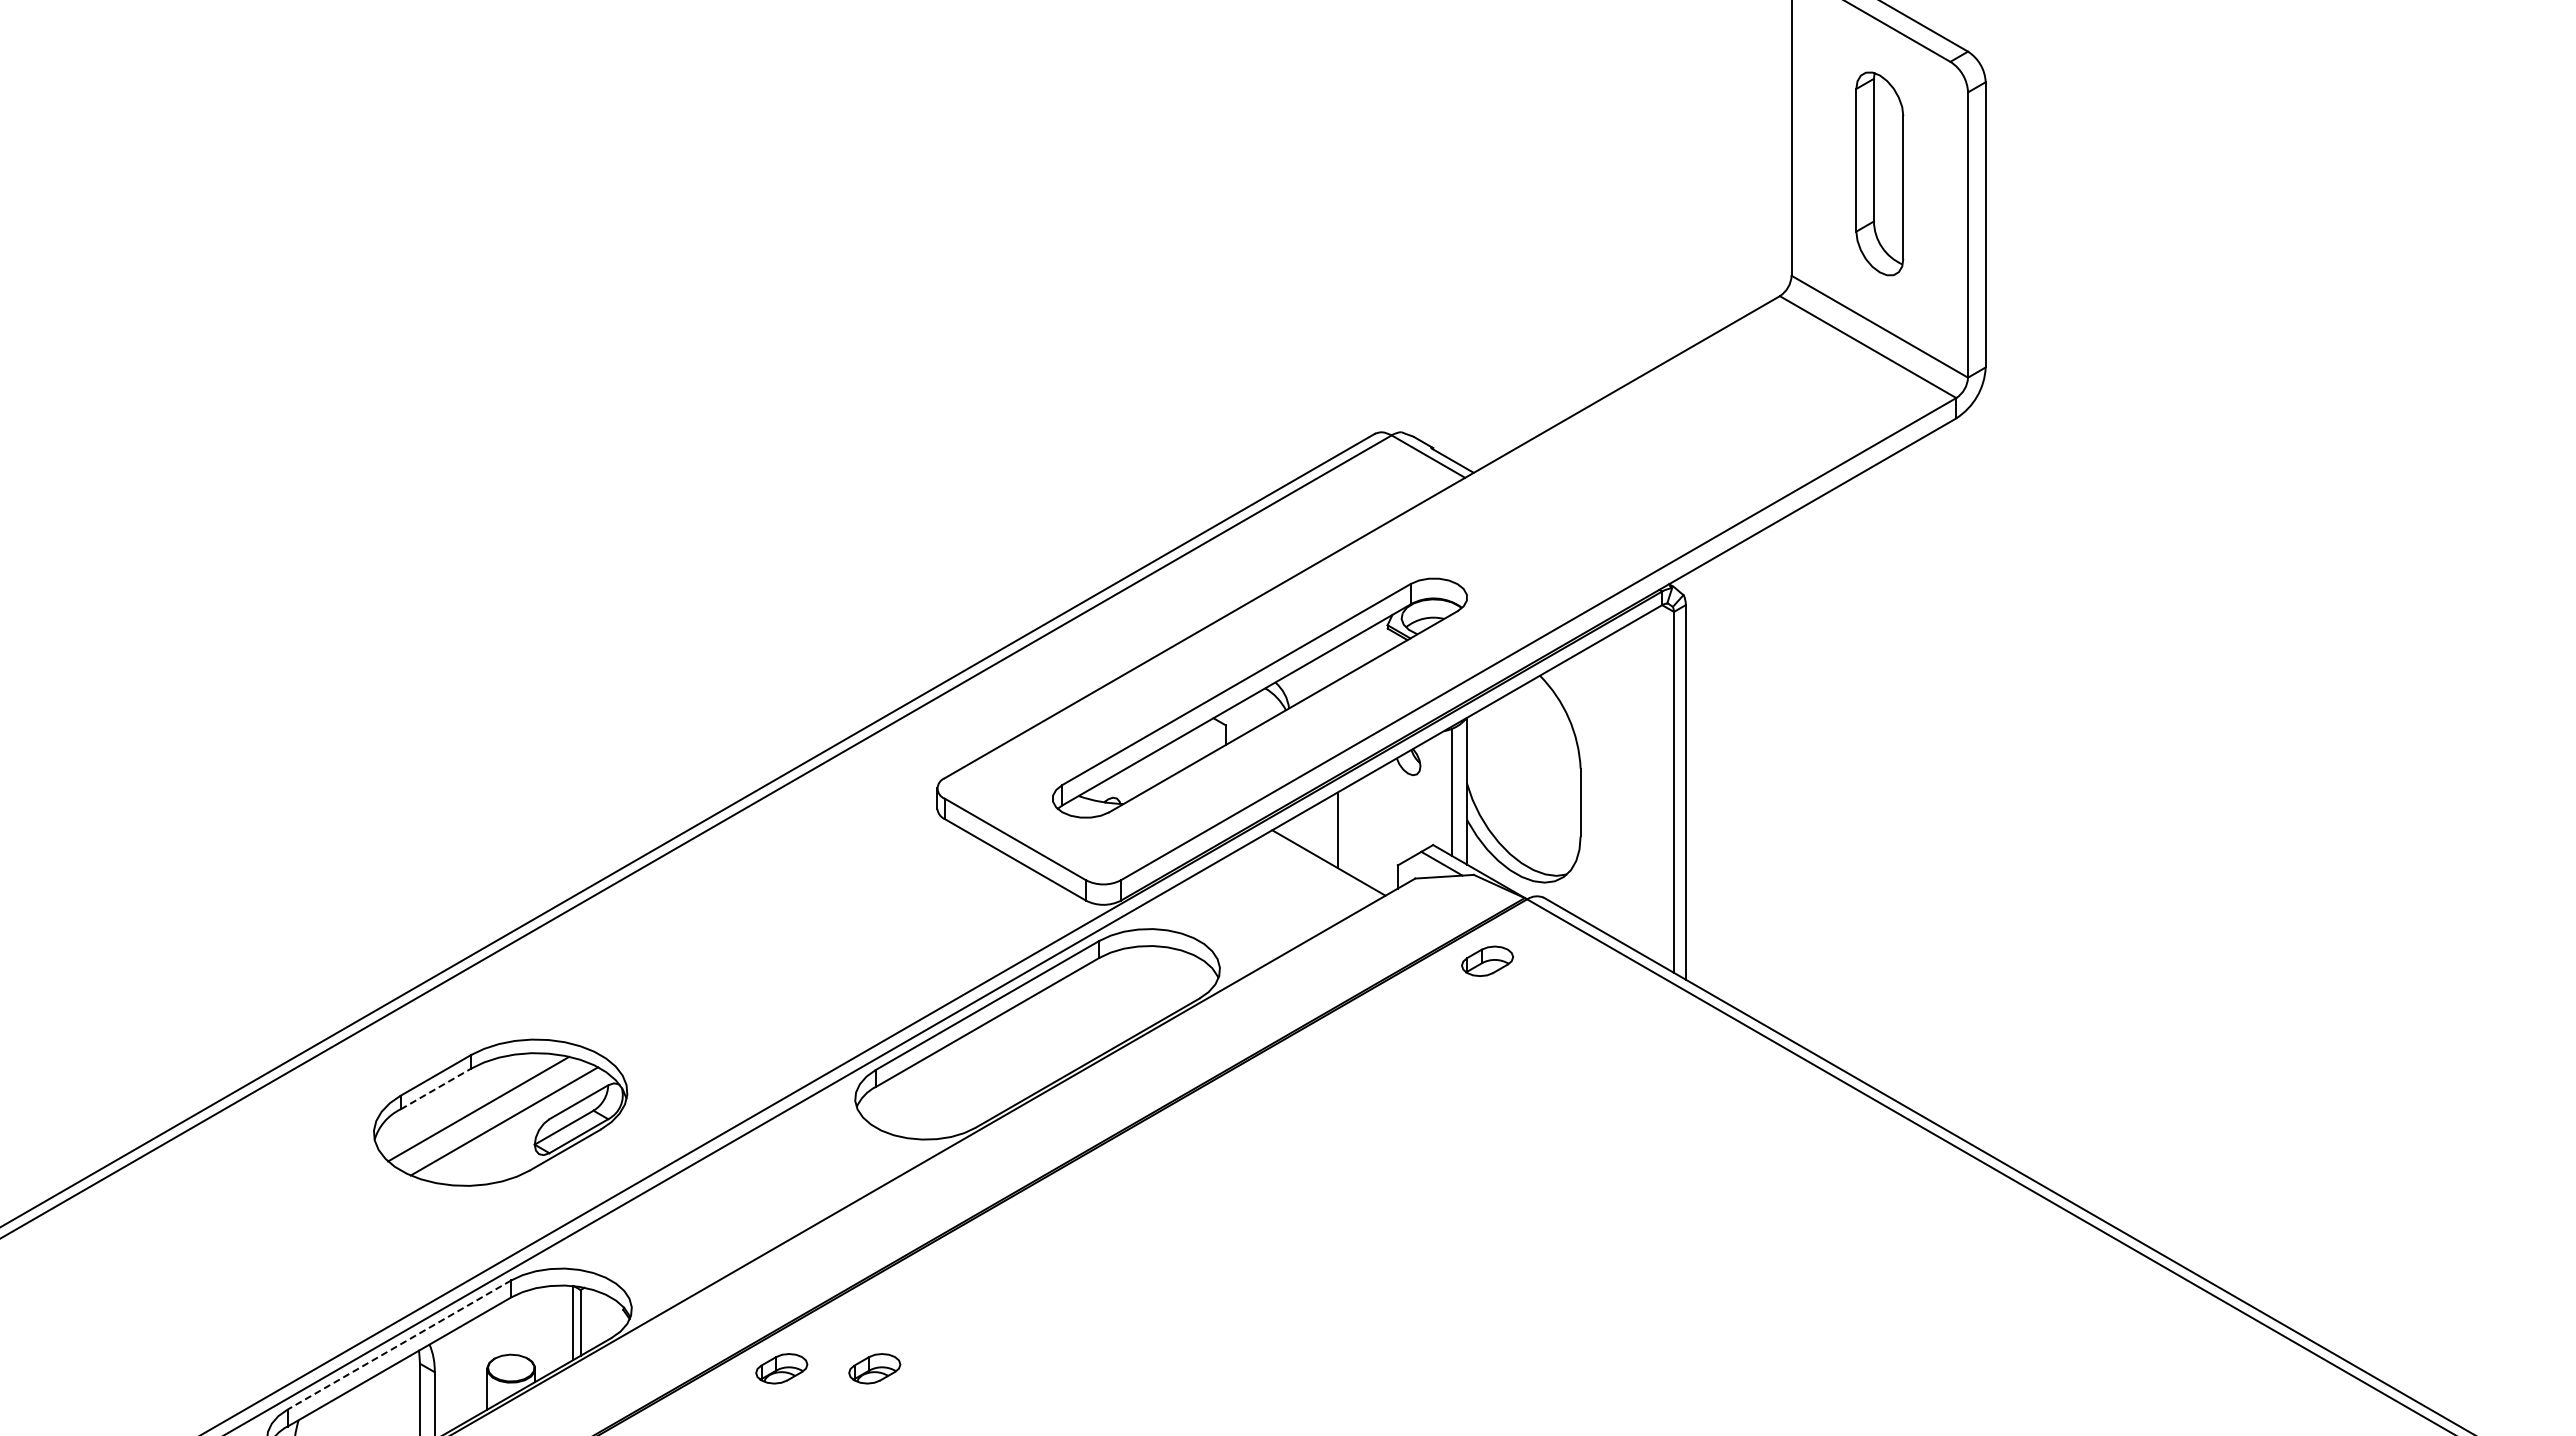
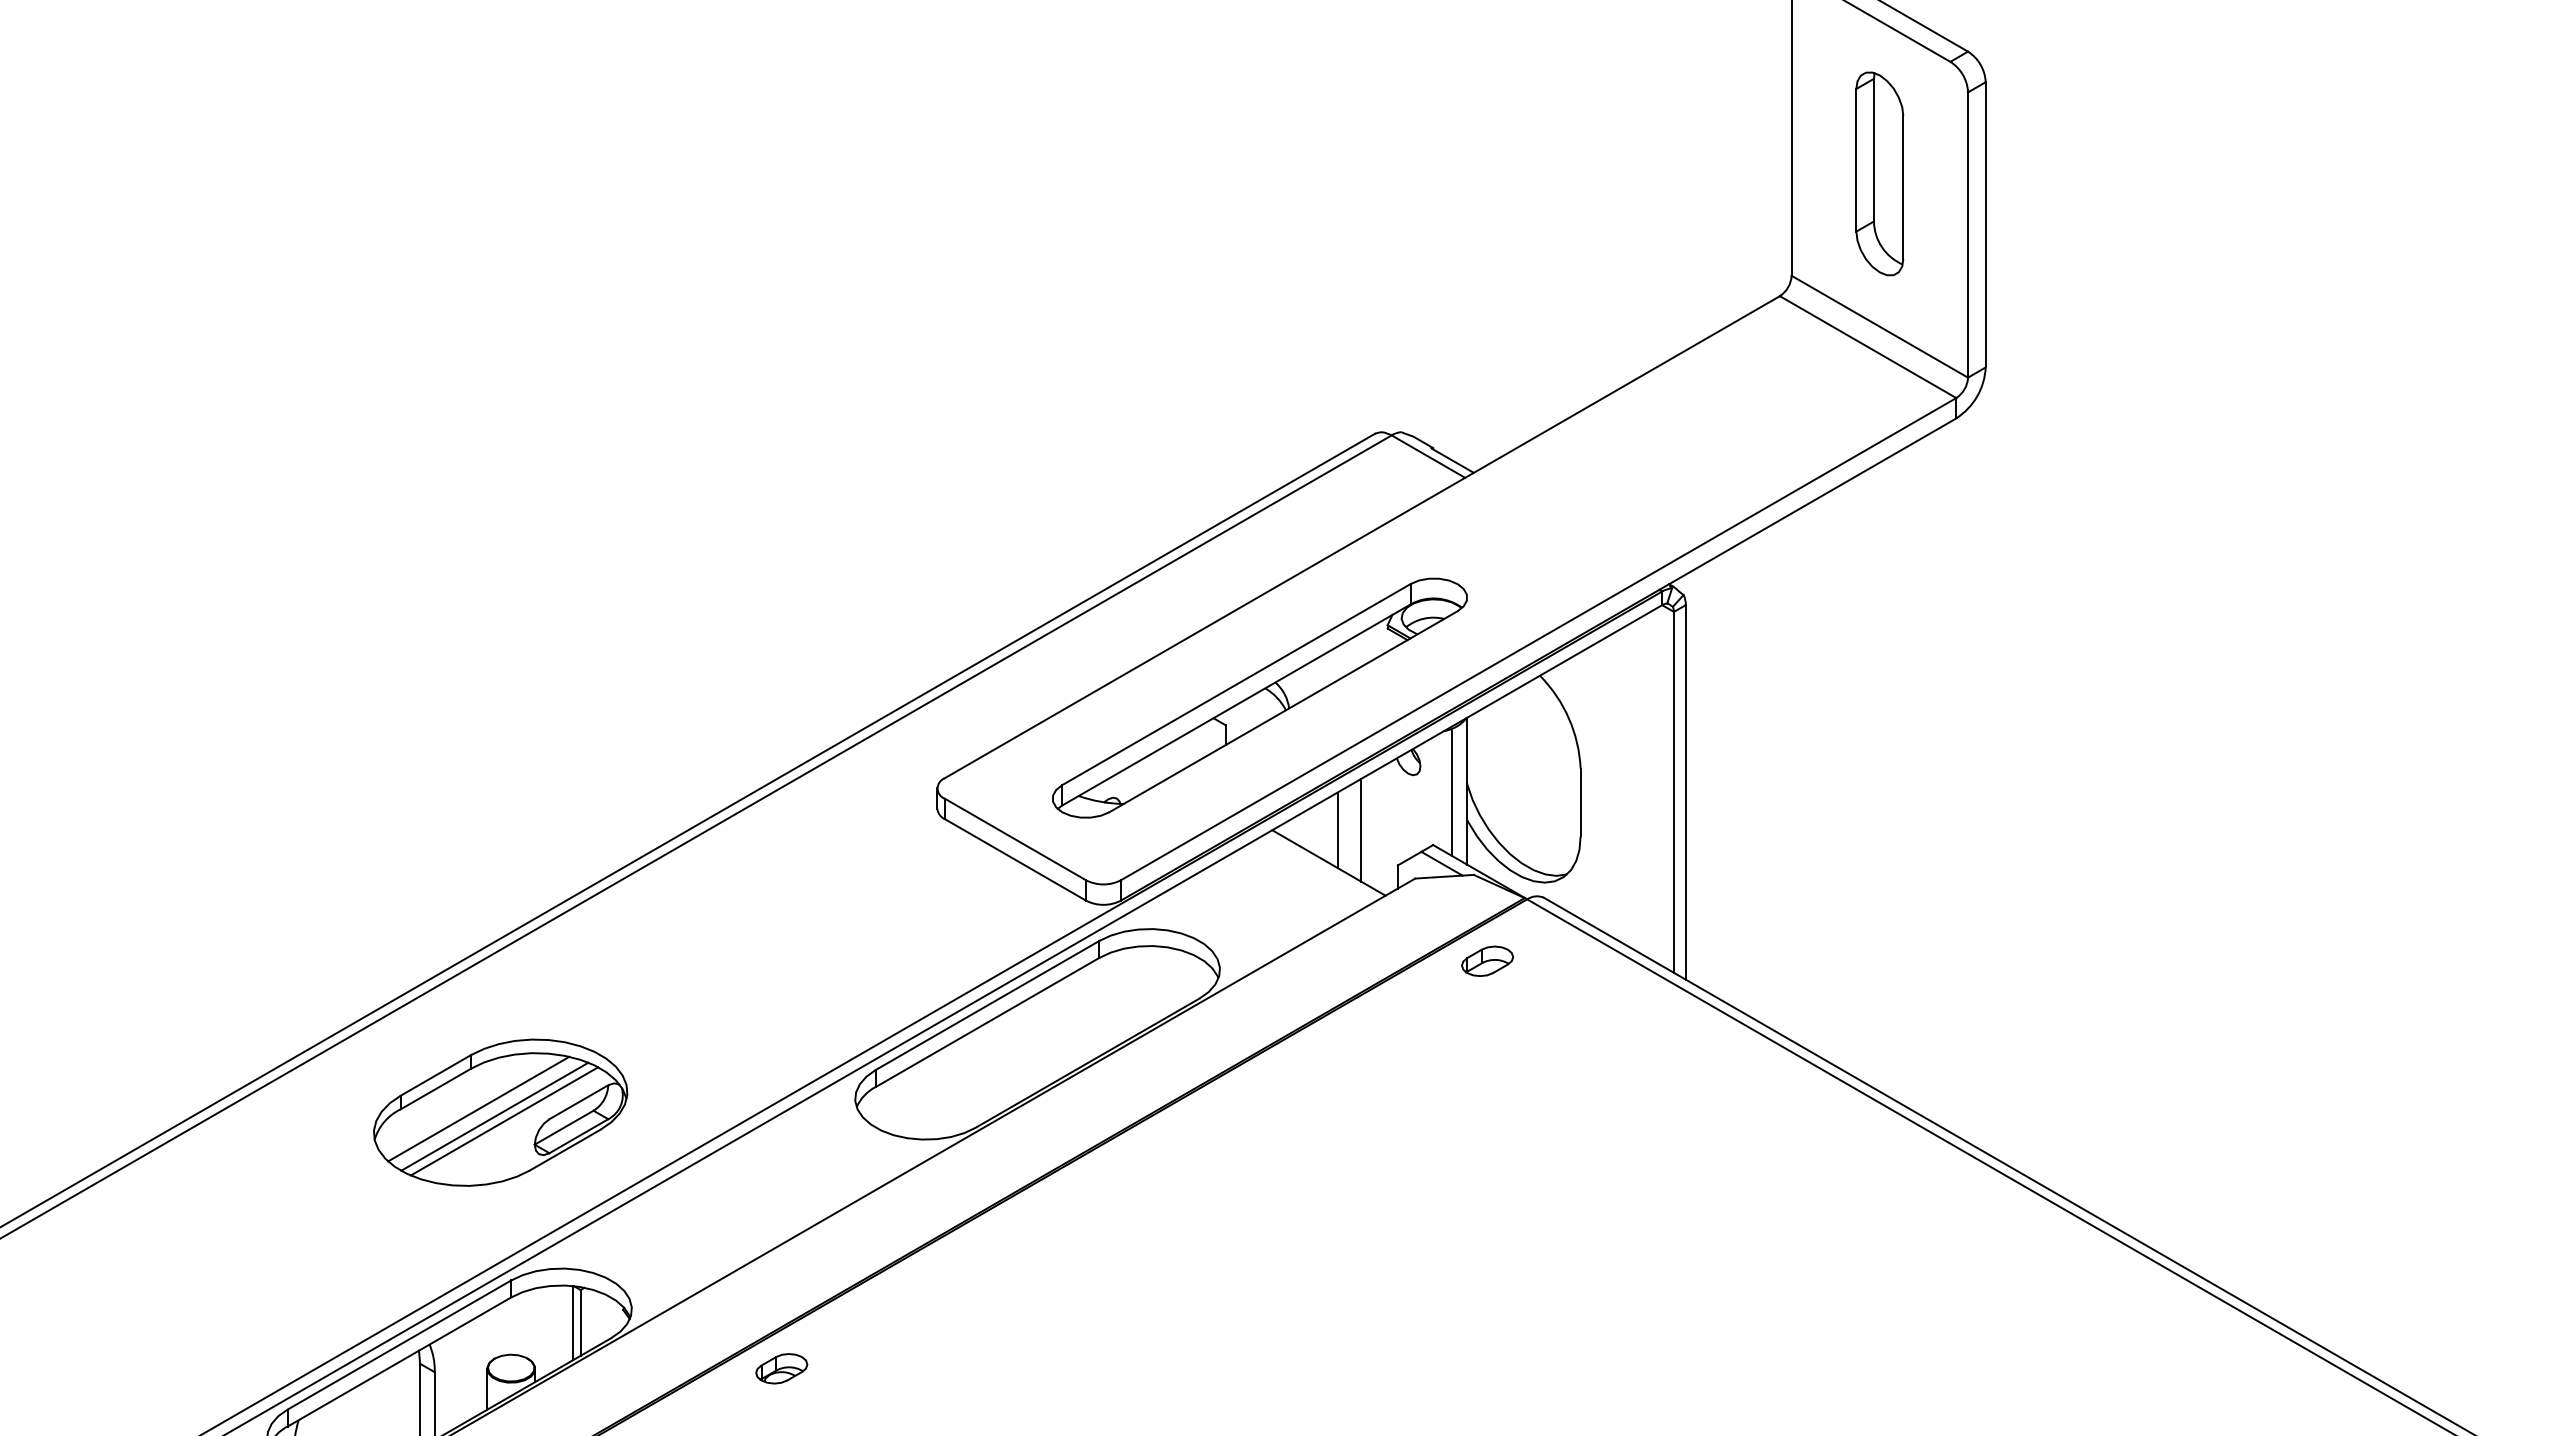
line at (1361, 830): none -> present
line at (435, 1089): dashed -> solid
line at (494, 1116): none -> present
line at (399, 1345): dashed -> solid
part at (874, 1368): present -> none
